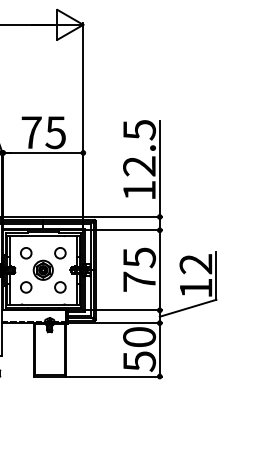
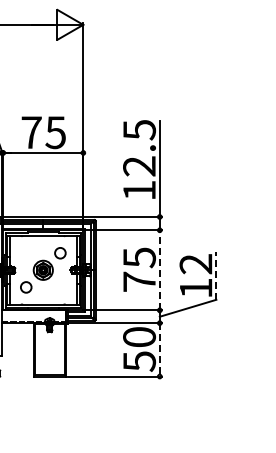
circle at (26, 253): present -> none
line at (159, 269): solid -> dashed
line at (216, 275): solid -> dashed
circle at (60, 287): present -> none
line at (159, 349): solid -> dashed
